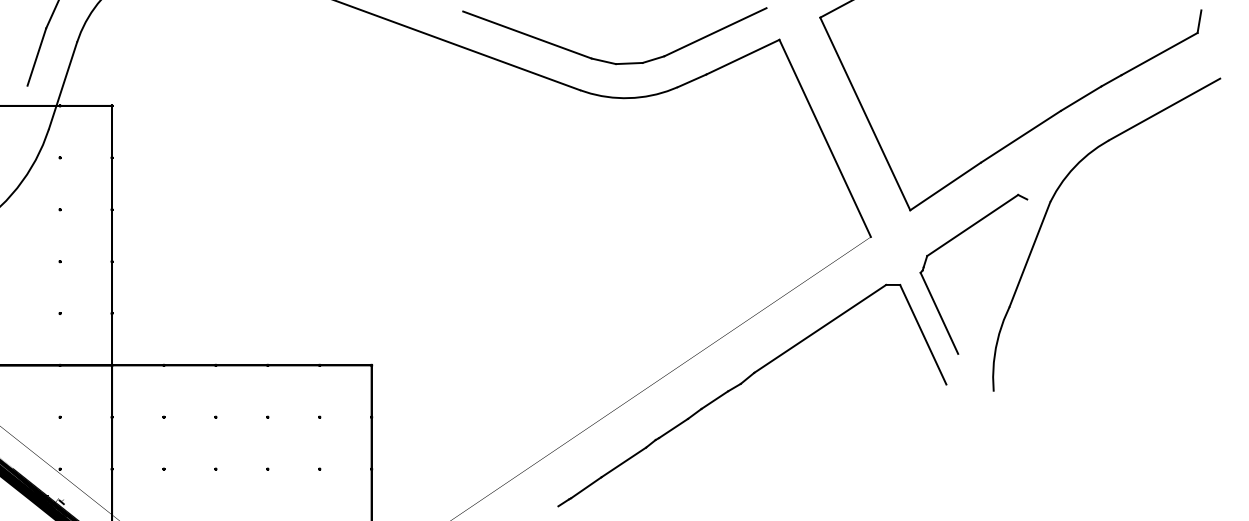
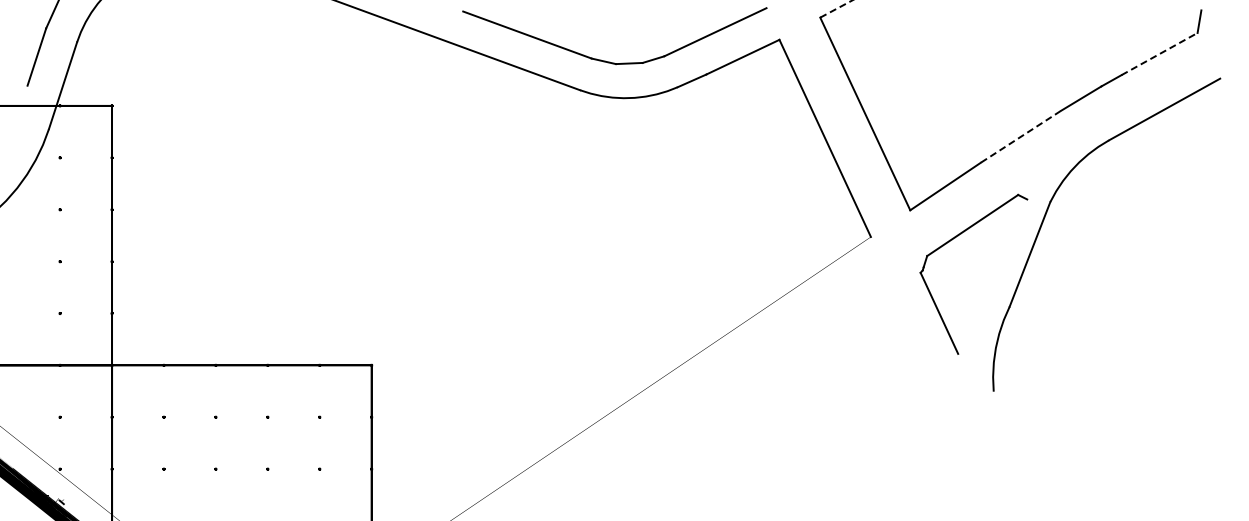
line at (836, 8): solid -> dashed
line at (1160, 53): solid -> dashed
line at (1021, 136): solid -> dashed
part at (744, 382): present -> none
